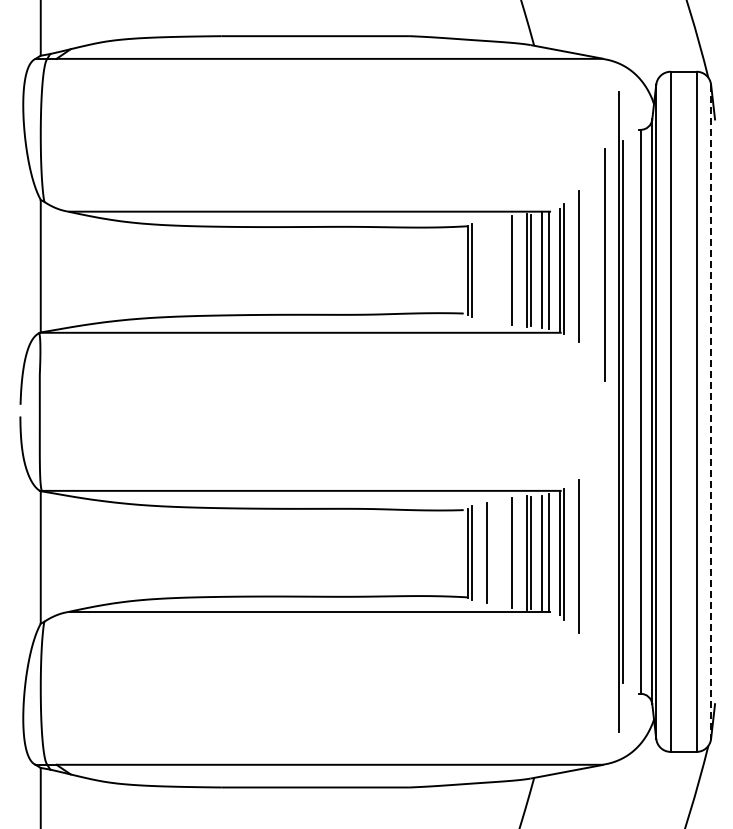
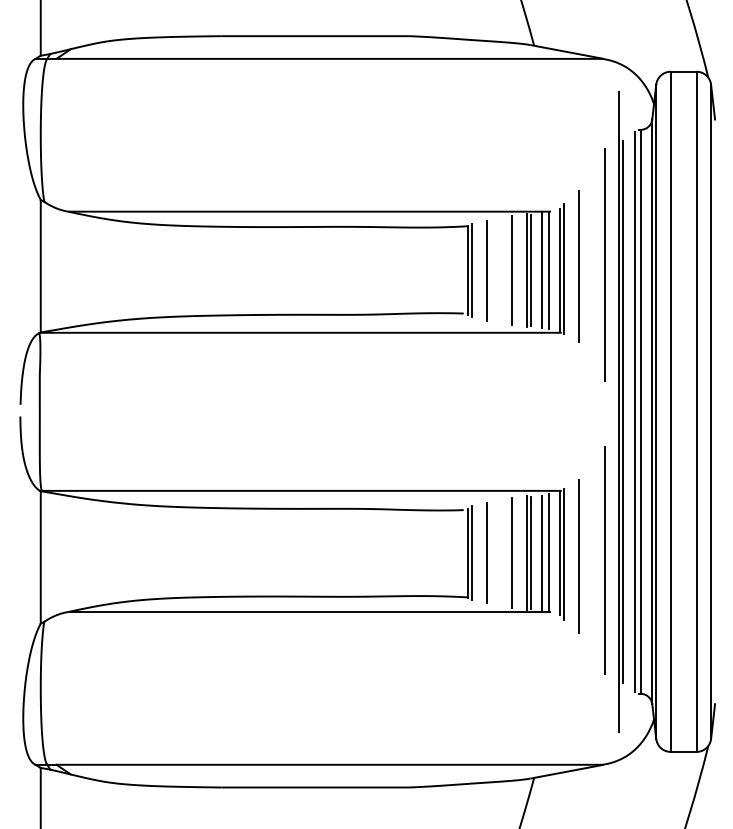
line at (486, 270): none -> present
line at (634, 411): none -> present
line at (711, 412): dashed -> solid
line at (604, 560): none -> present
